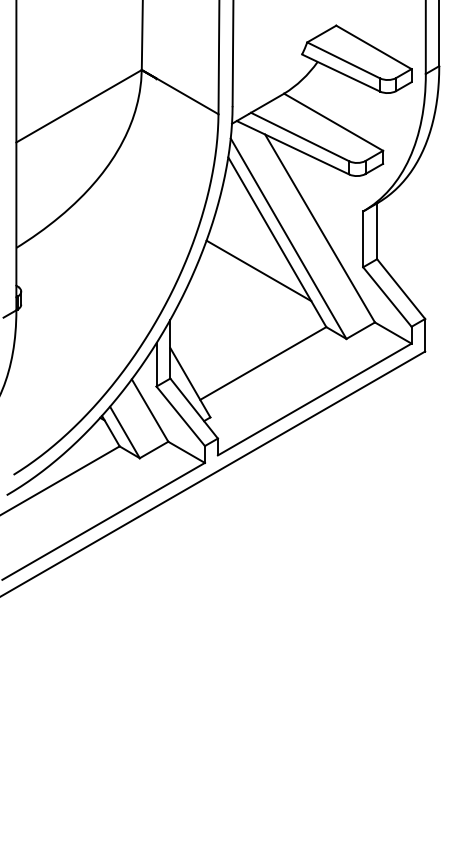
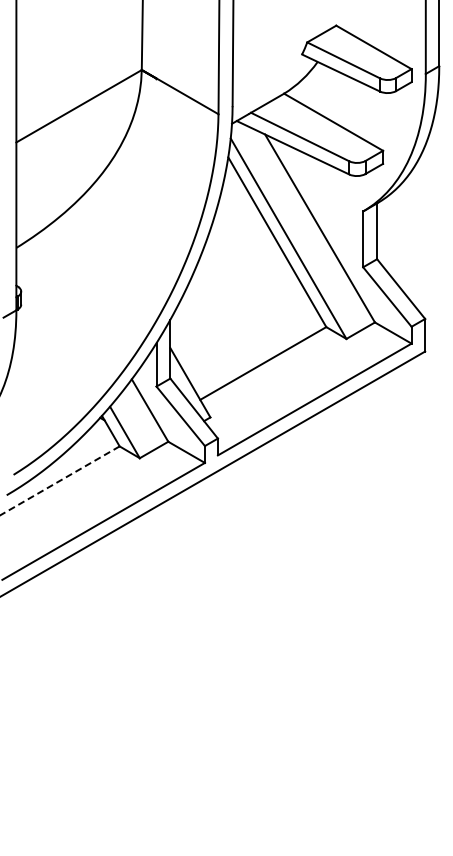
line at (258, 270): present -> none
line at (60, 480): solid -> dashed
